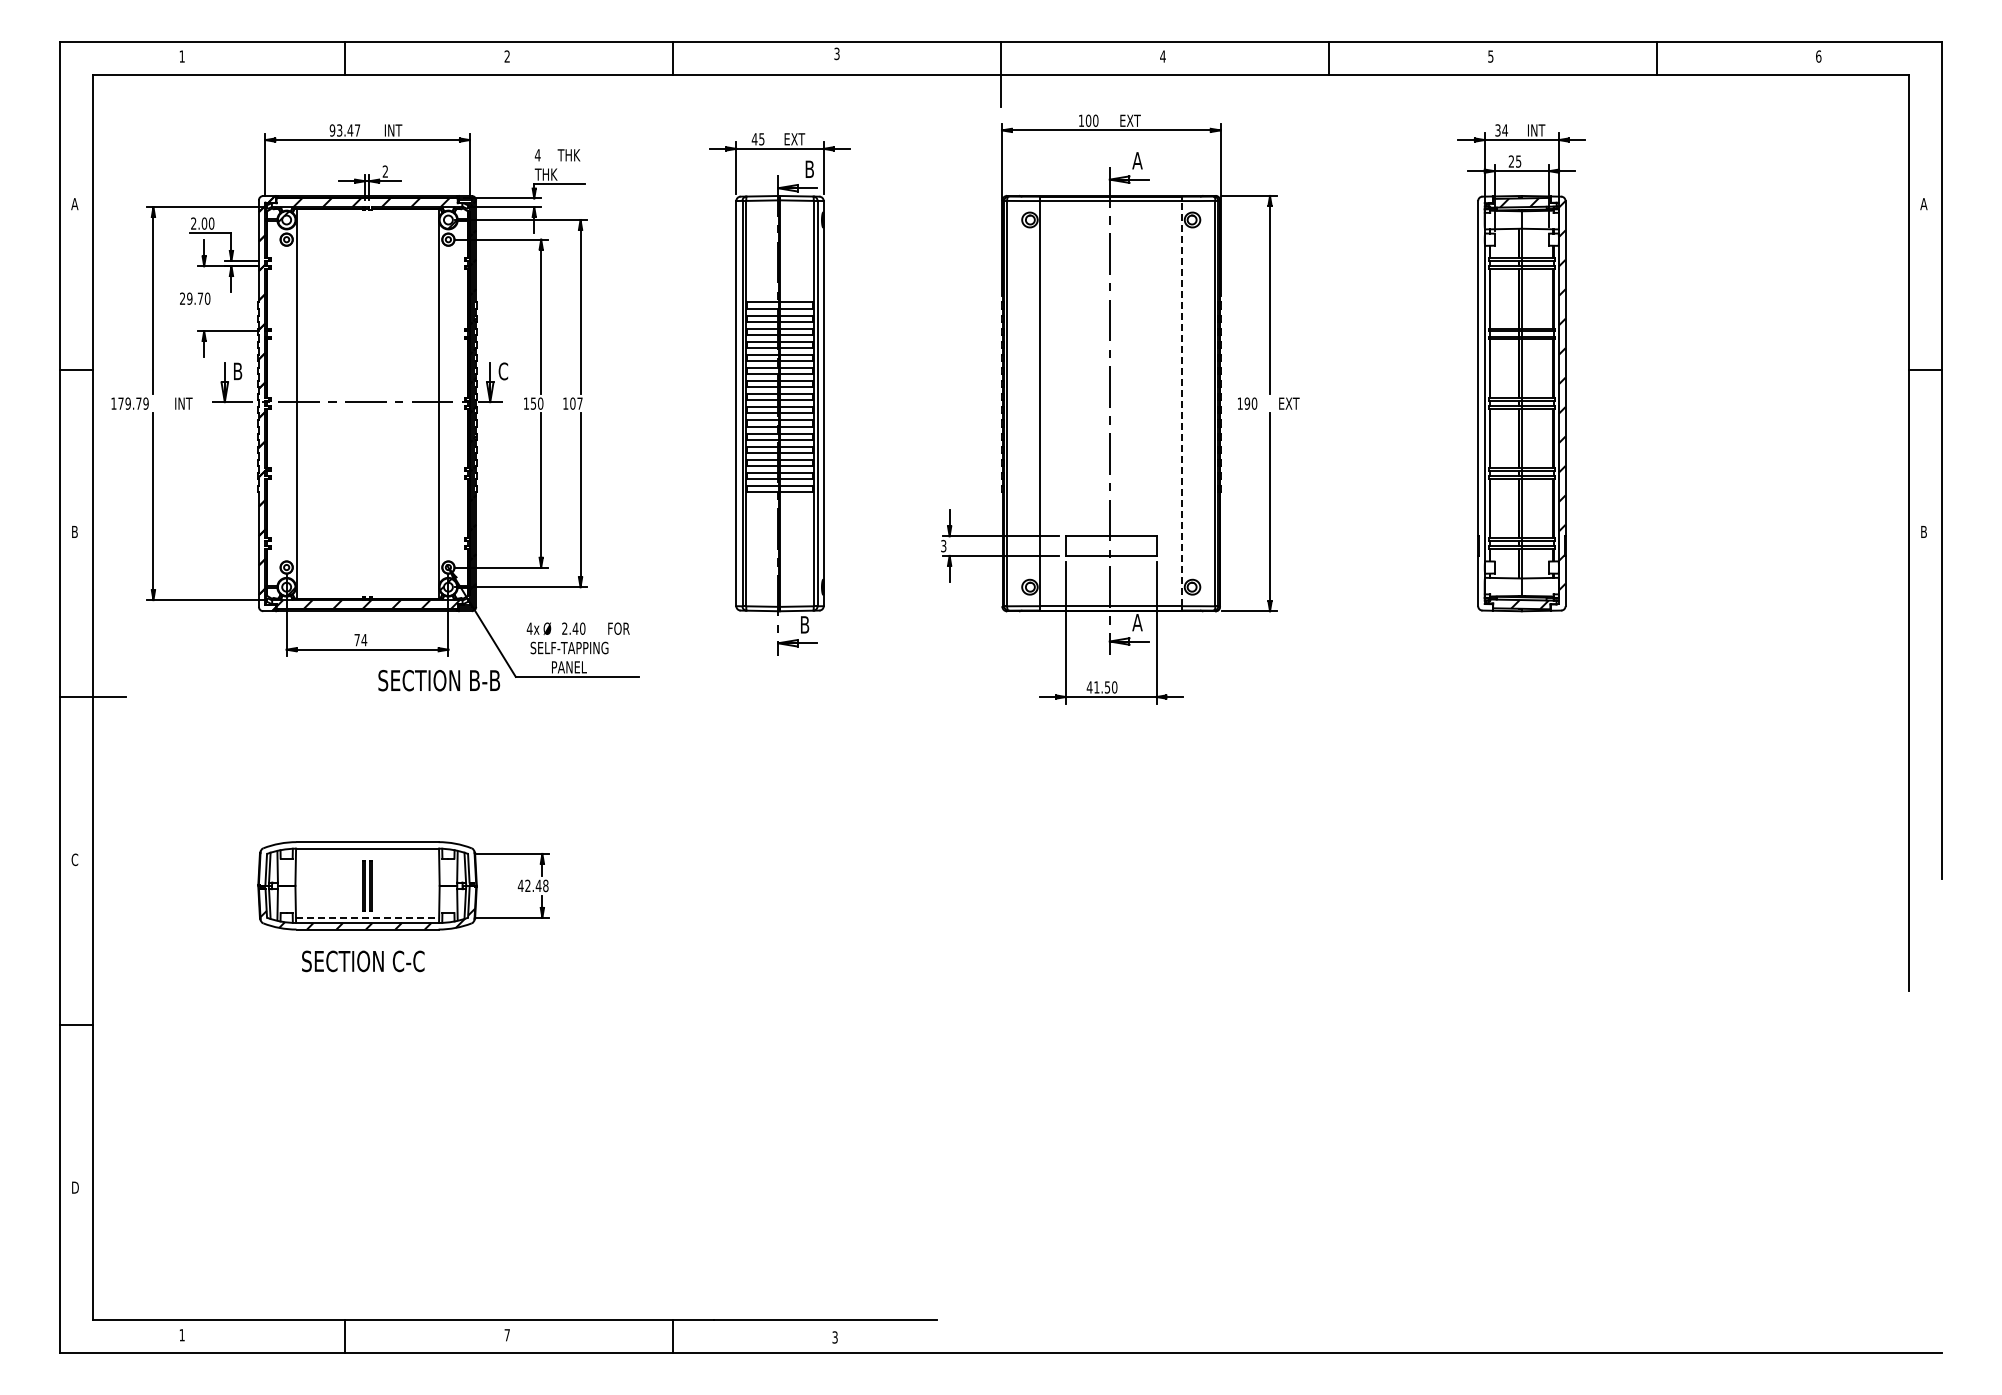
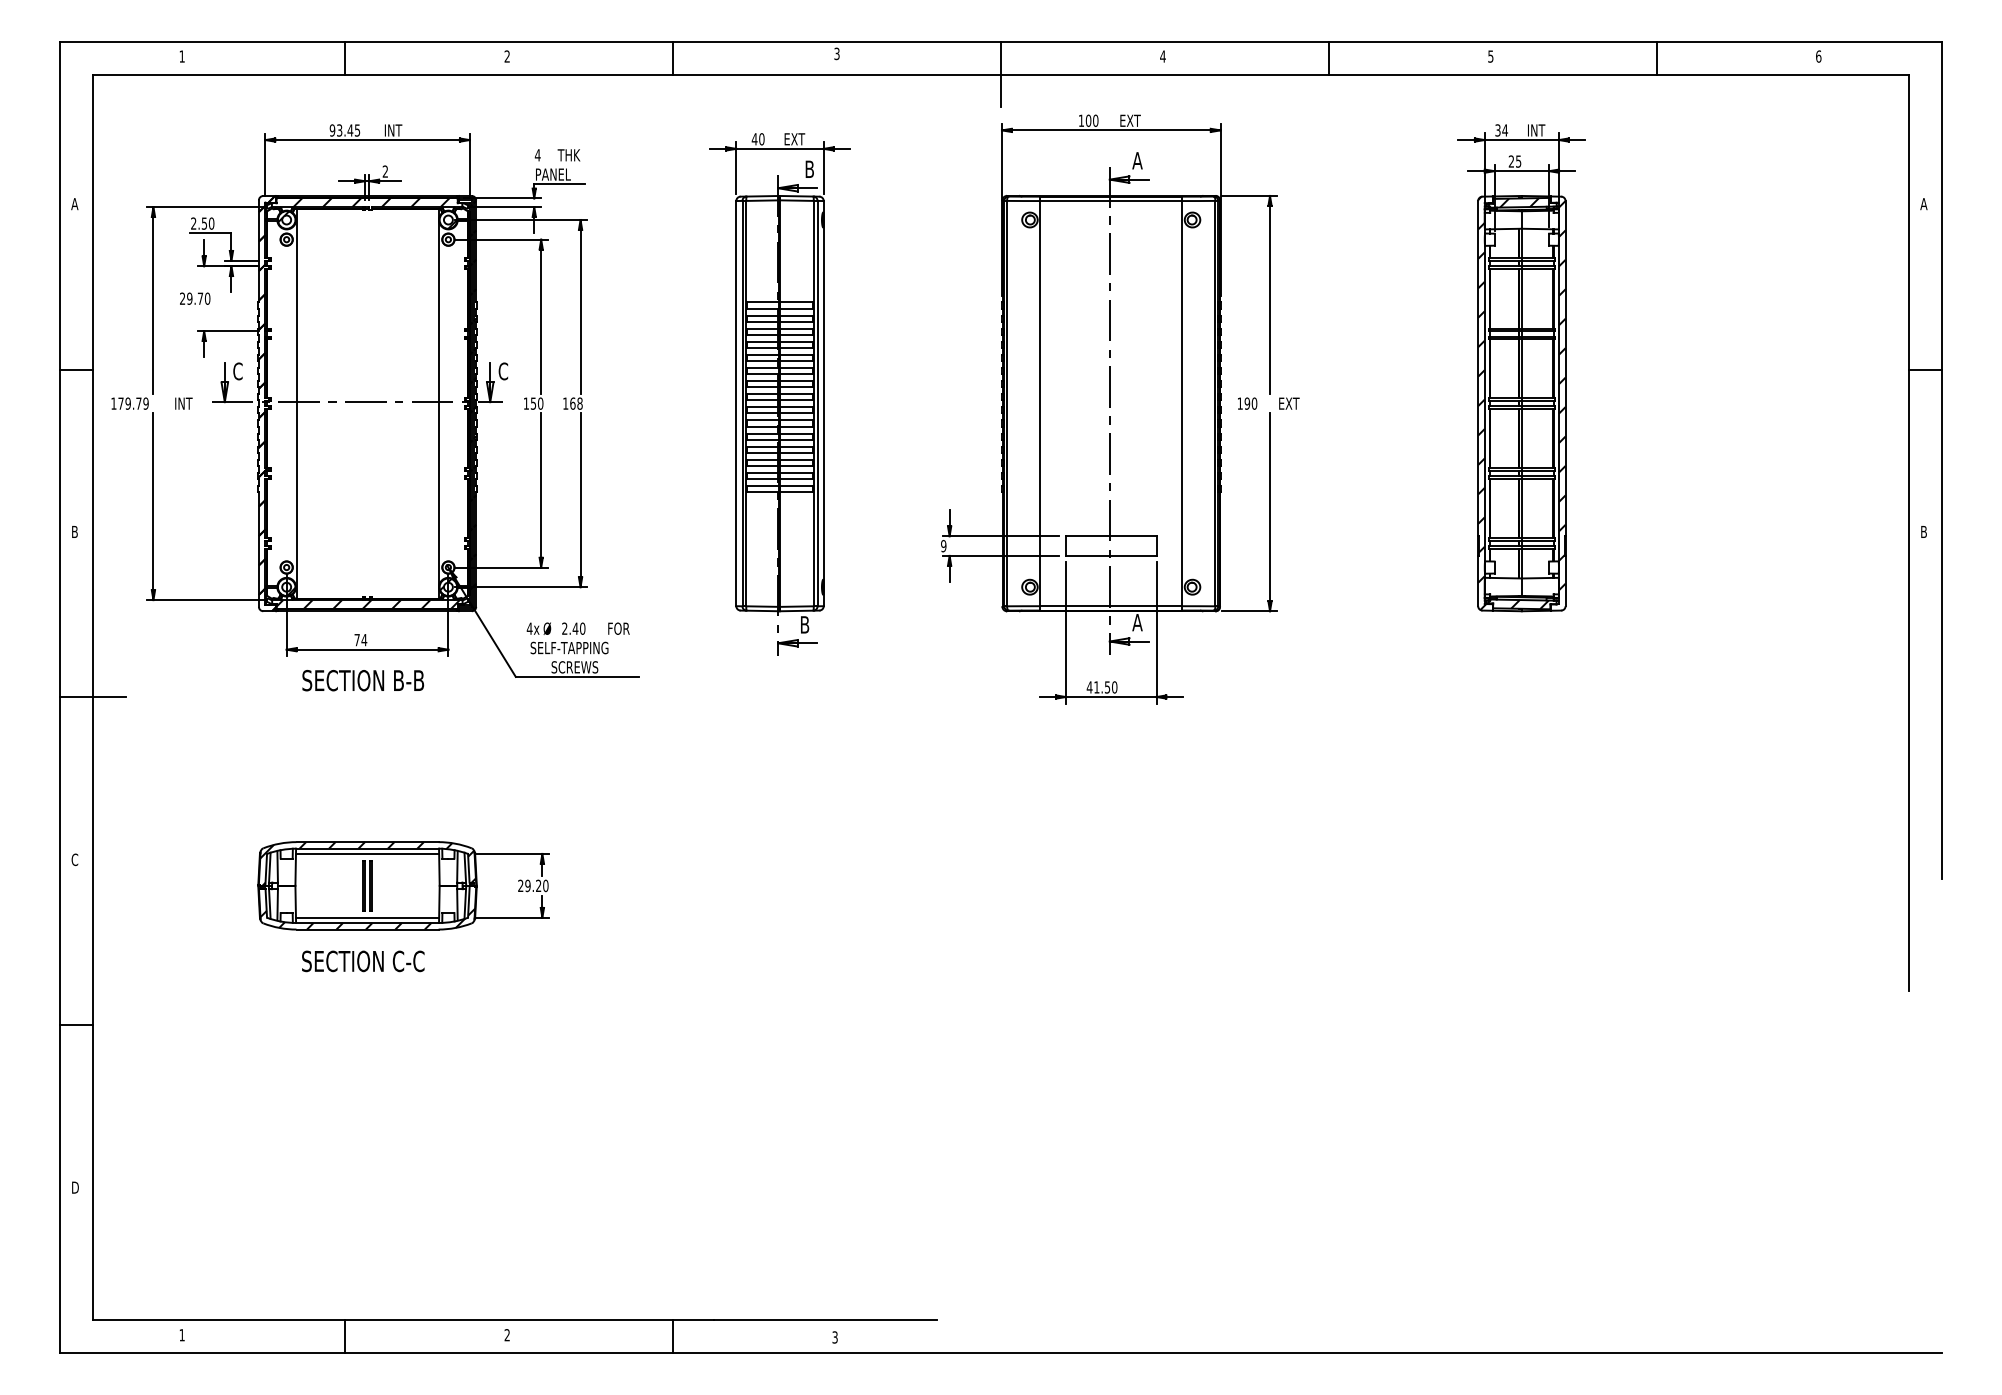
text at (357, 130): 93.47 -> 93.45
text at (761, 139): 45 -> 40
text at (552, 174): THK -> PANEL
text at (204, 223): 2.00 -> 2.50
text at (237, 371): B -> C
text at (576, 403): 107 -> 168
line at (1182, 403): dashed -> solid
hatch at (1484, 403): none -> present
text at (943, 546): 3 -> 9
text at (574, 667): PANEL -> SCREWS
text at (439, 680) position: (439, 680) -> (363, 680)
line at (367, 854): none -> present
hatch at (367, 863): none -> present
text at (532, 885): 42.48 -> 29.20
line at (367, 917): dashed -> solid
text at (506, 1335): 7 -> 2
